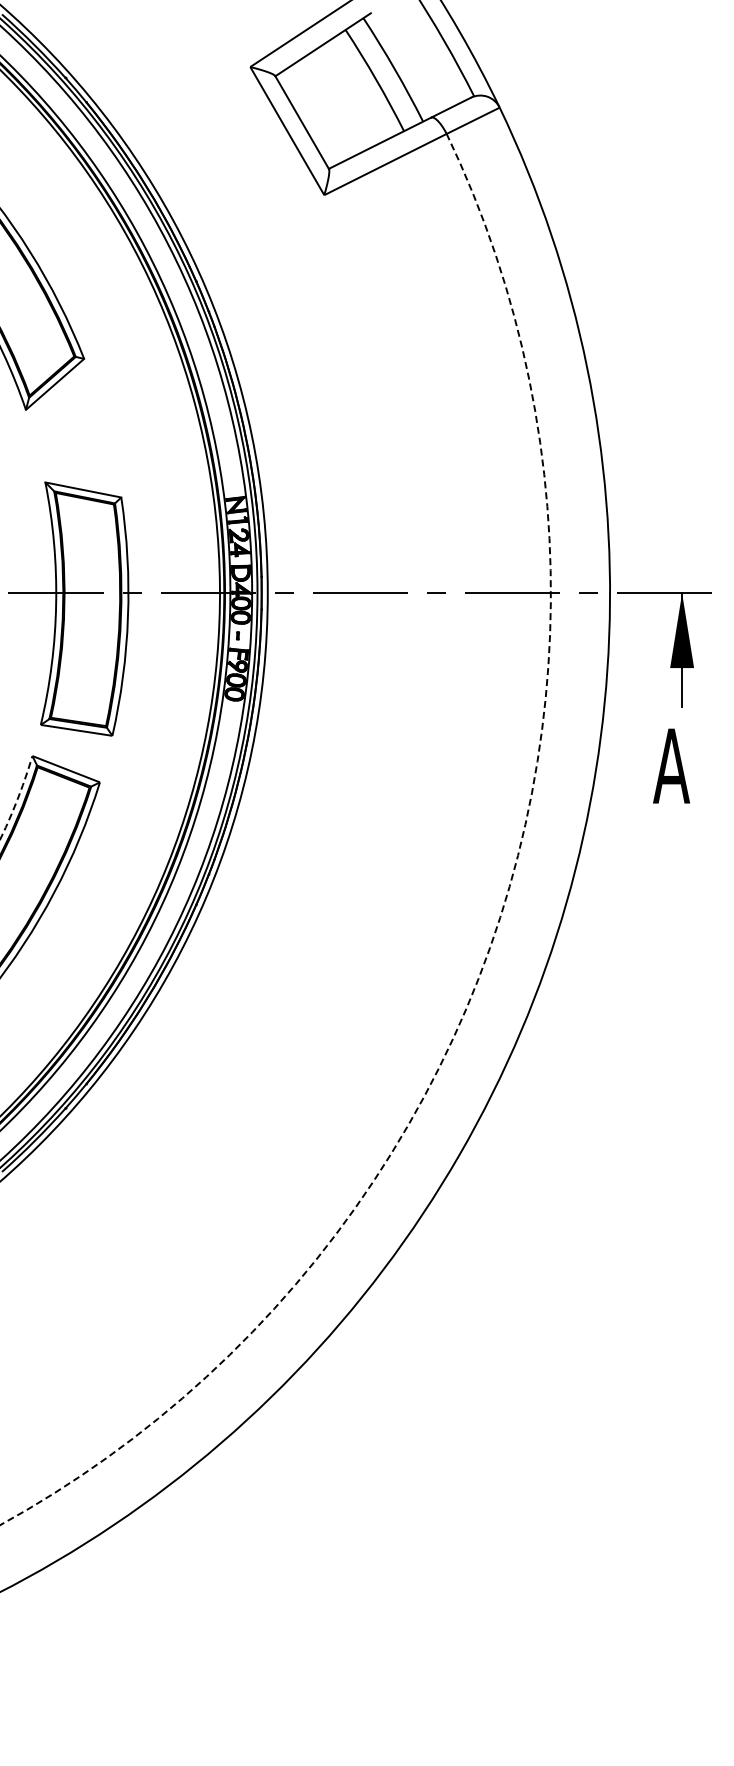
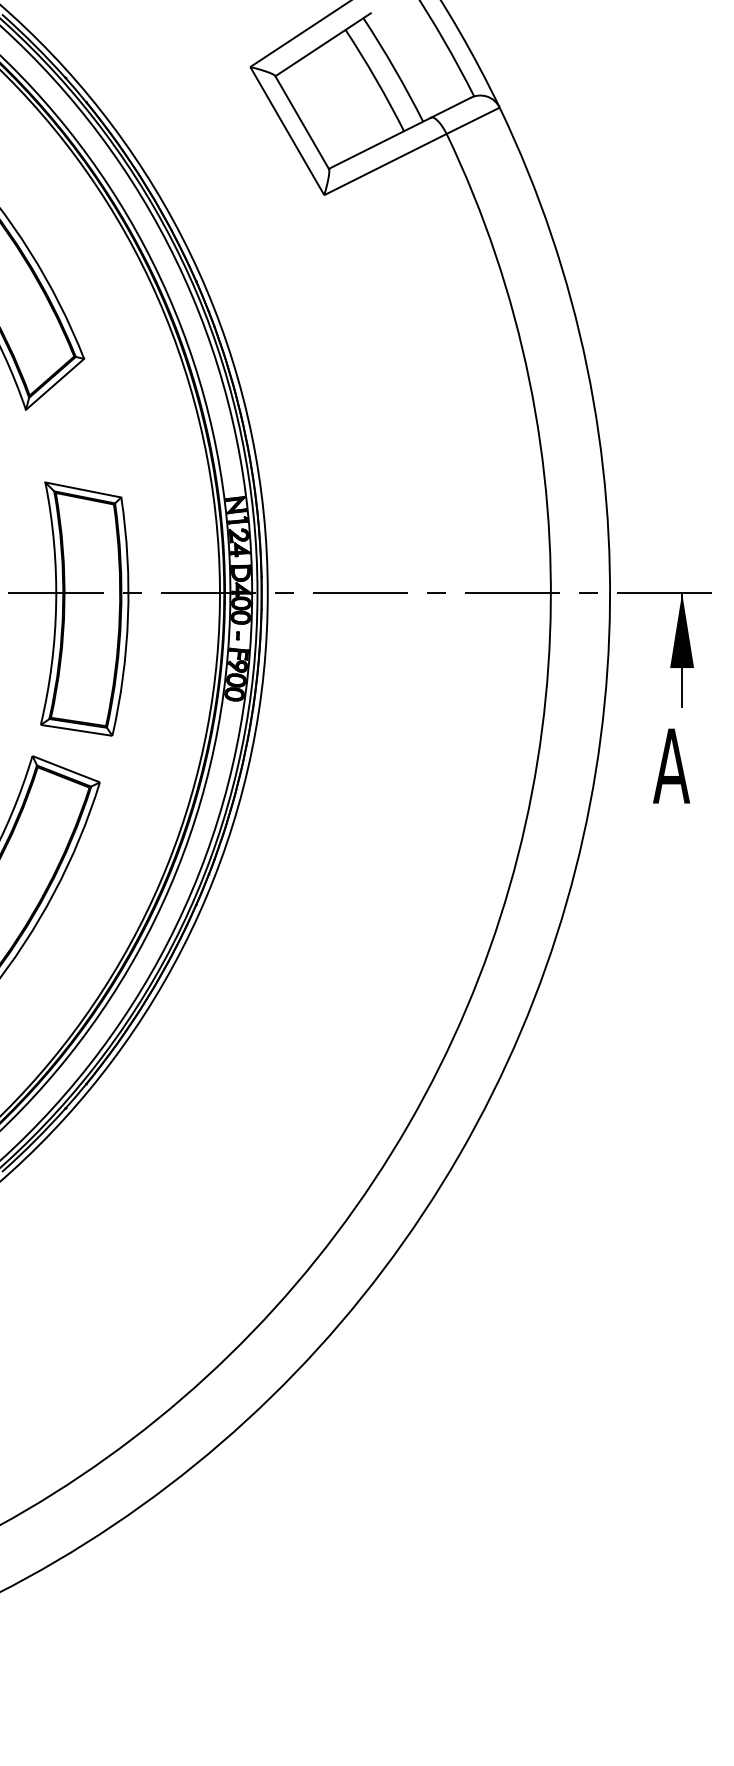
arc at (17, 798): dashed -> solid
arc at (500, 917): dashed -> solid
